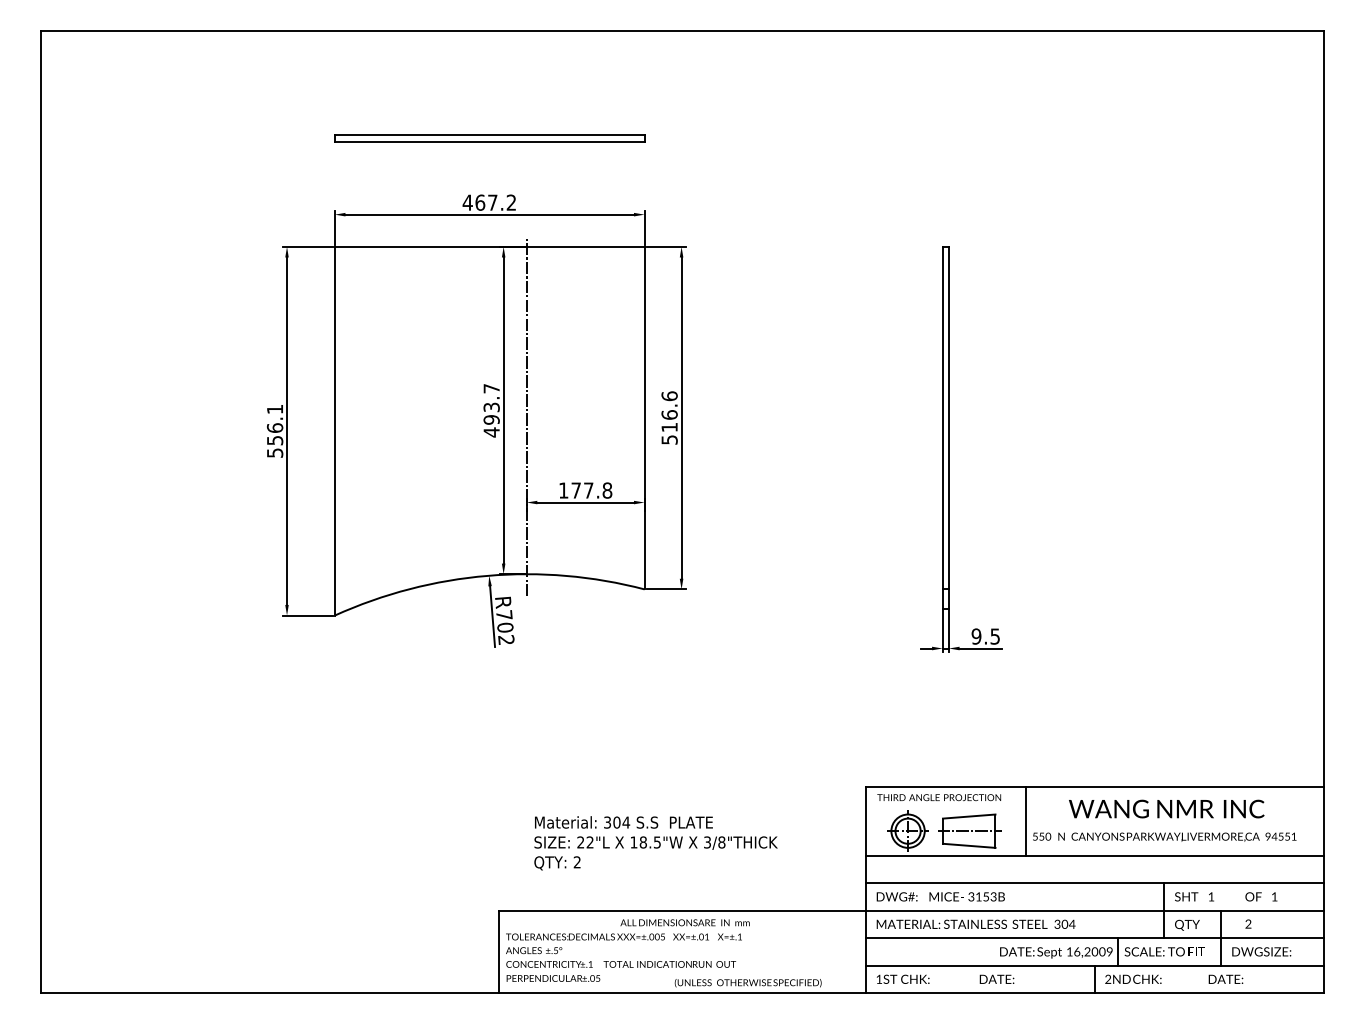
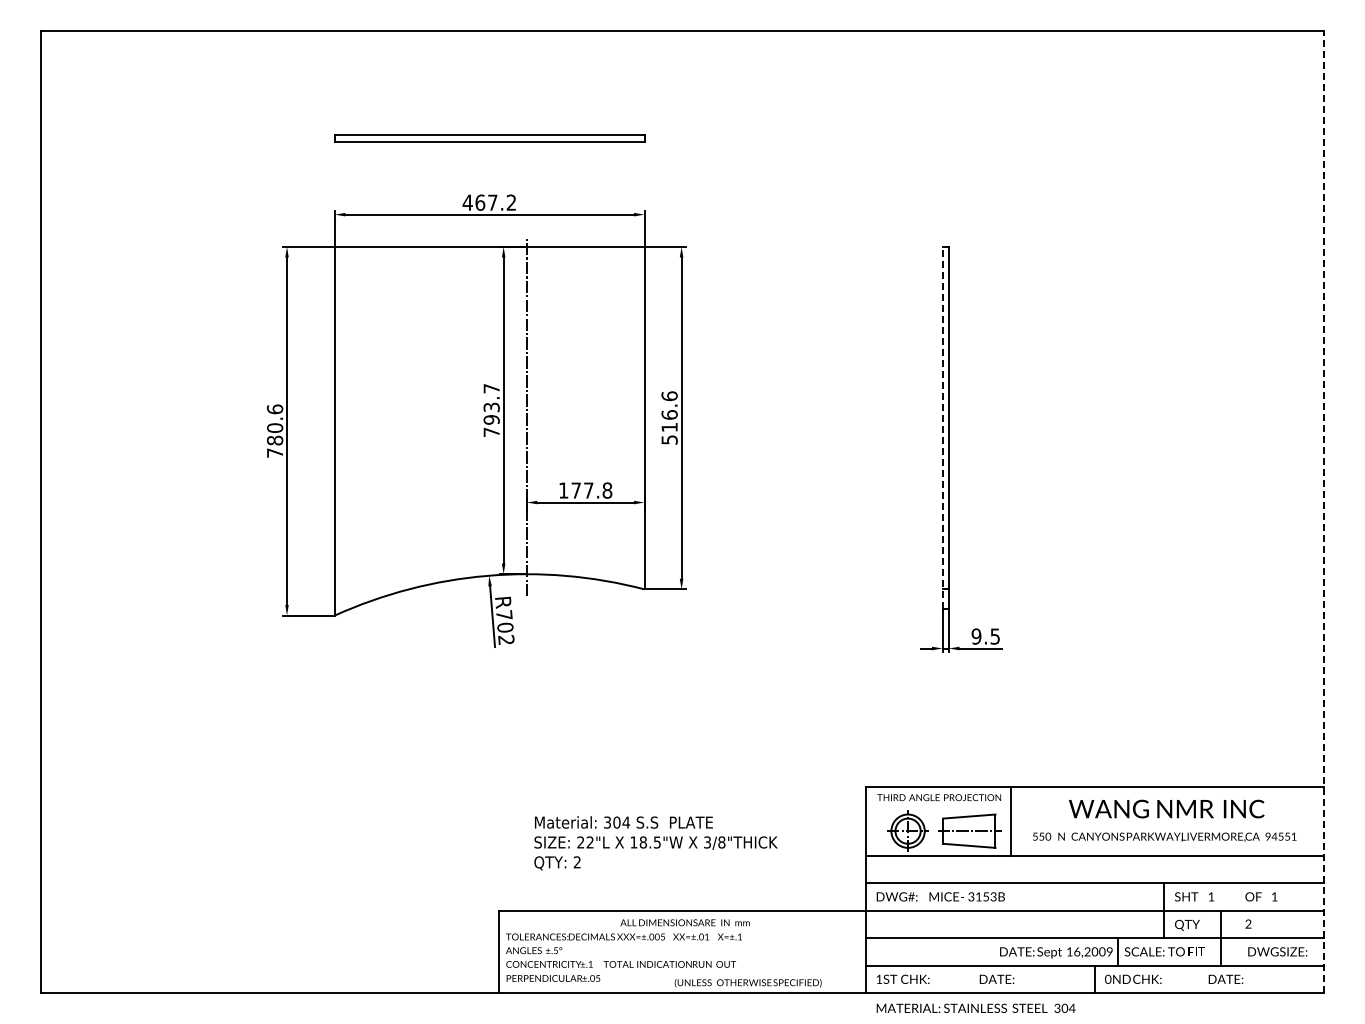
line at (942, 427): solid -> dashed
text at (274, 430): 556.1 -> 780.6
text at (491, 432): 493.7 -> 793.7
line at (1324, 511): solid -> dashed
line at (1026, 820) position: (1026, 820) -> (1011, 820)
text at (975, 923) position: (975, 923) -> (975, 1007)
text at (1261, 951) position: (1261, 951) -> (1277, 951)
text at (1108, 980): 2ND -> 0ND
